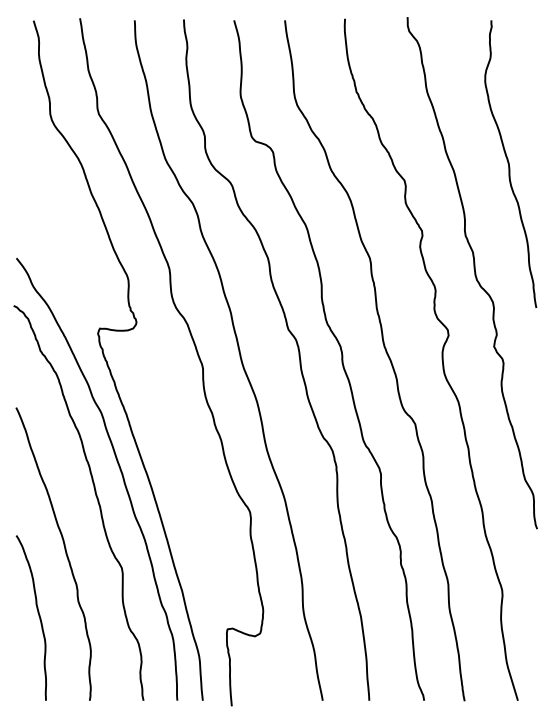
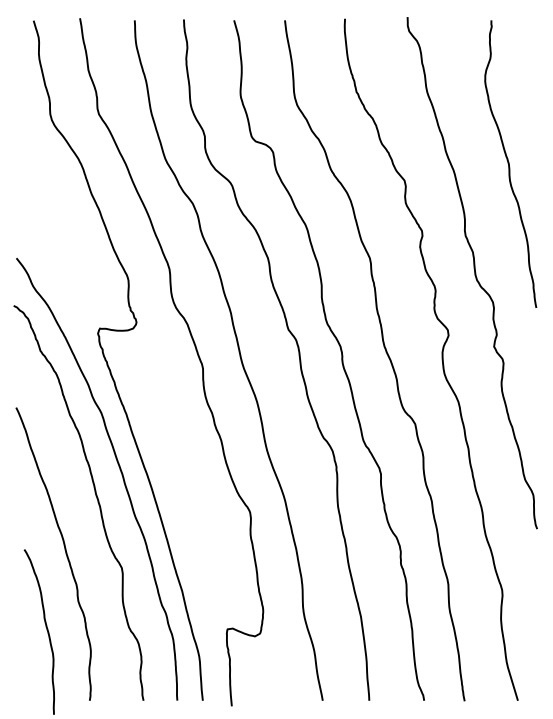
curve at (37, 613) position: (37, 613) -> (45, 627)
